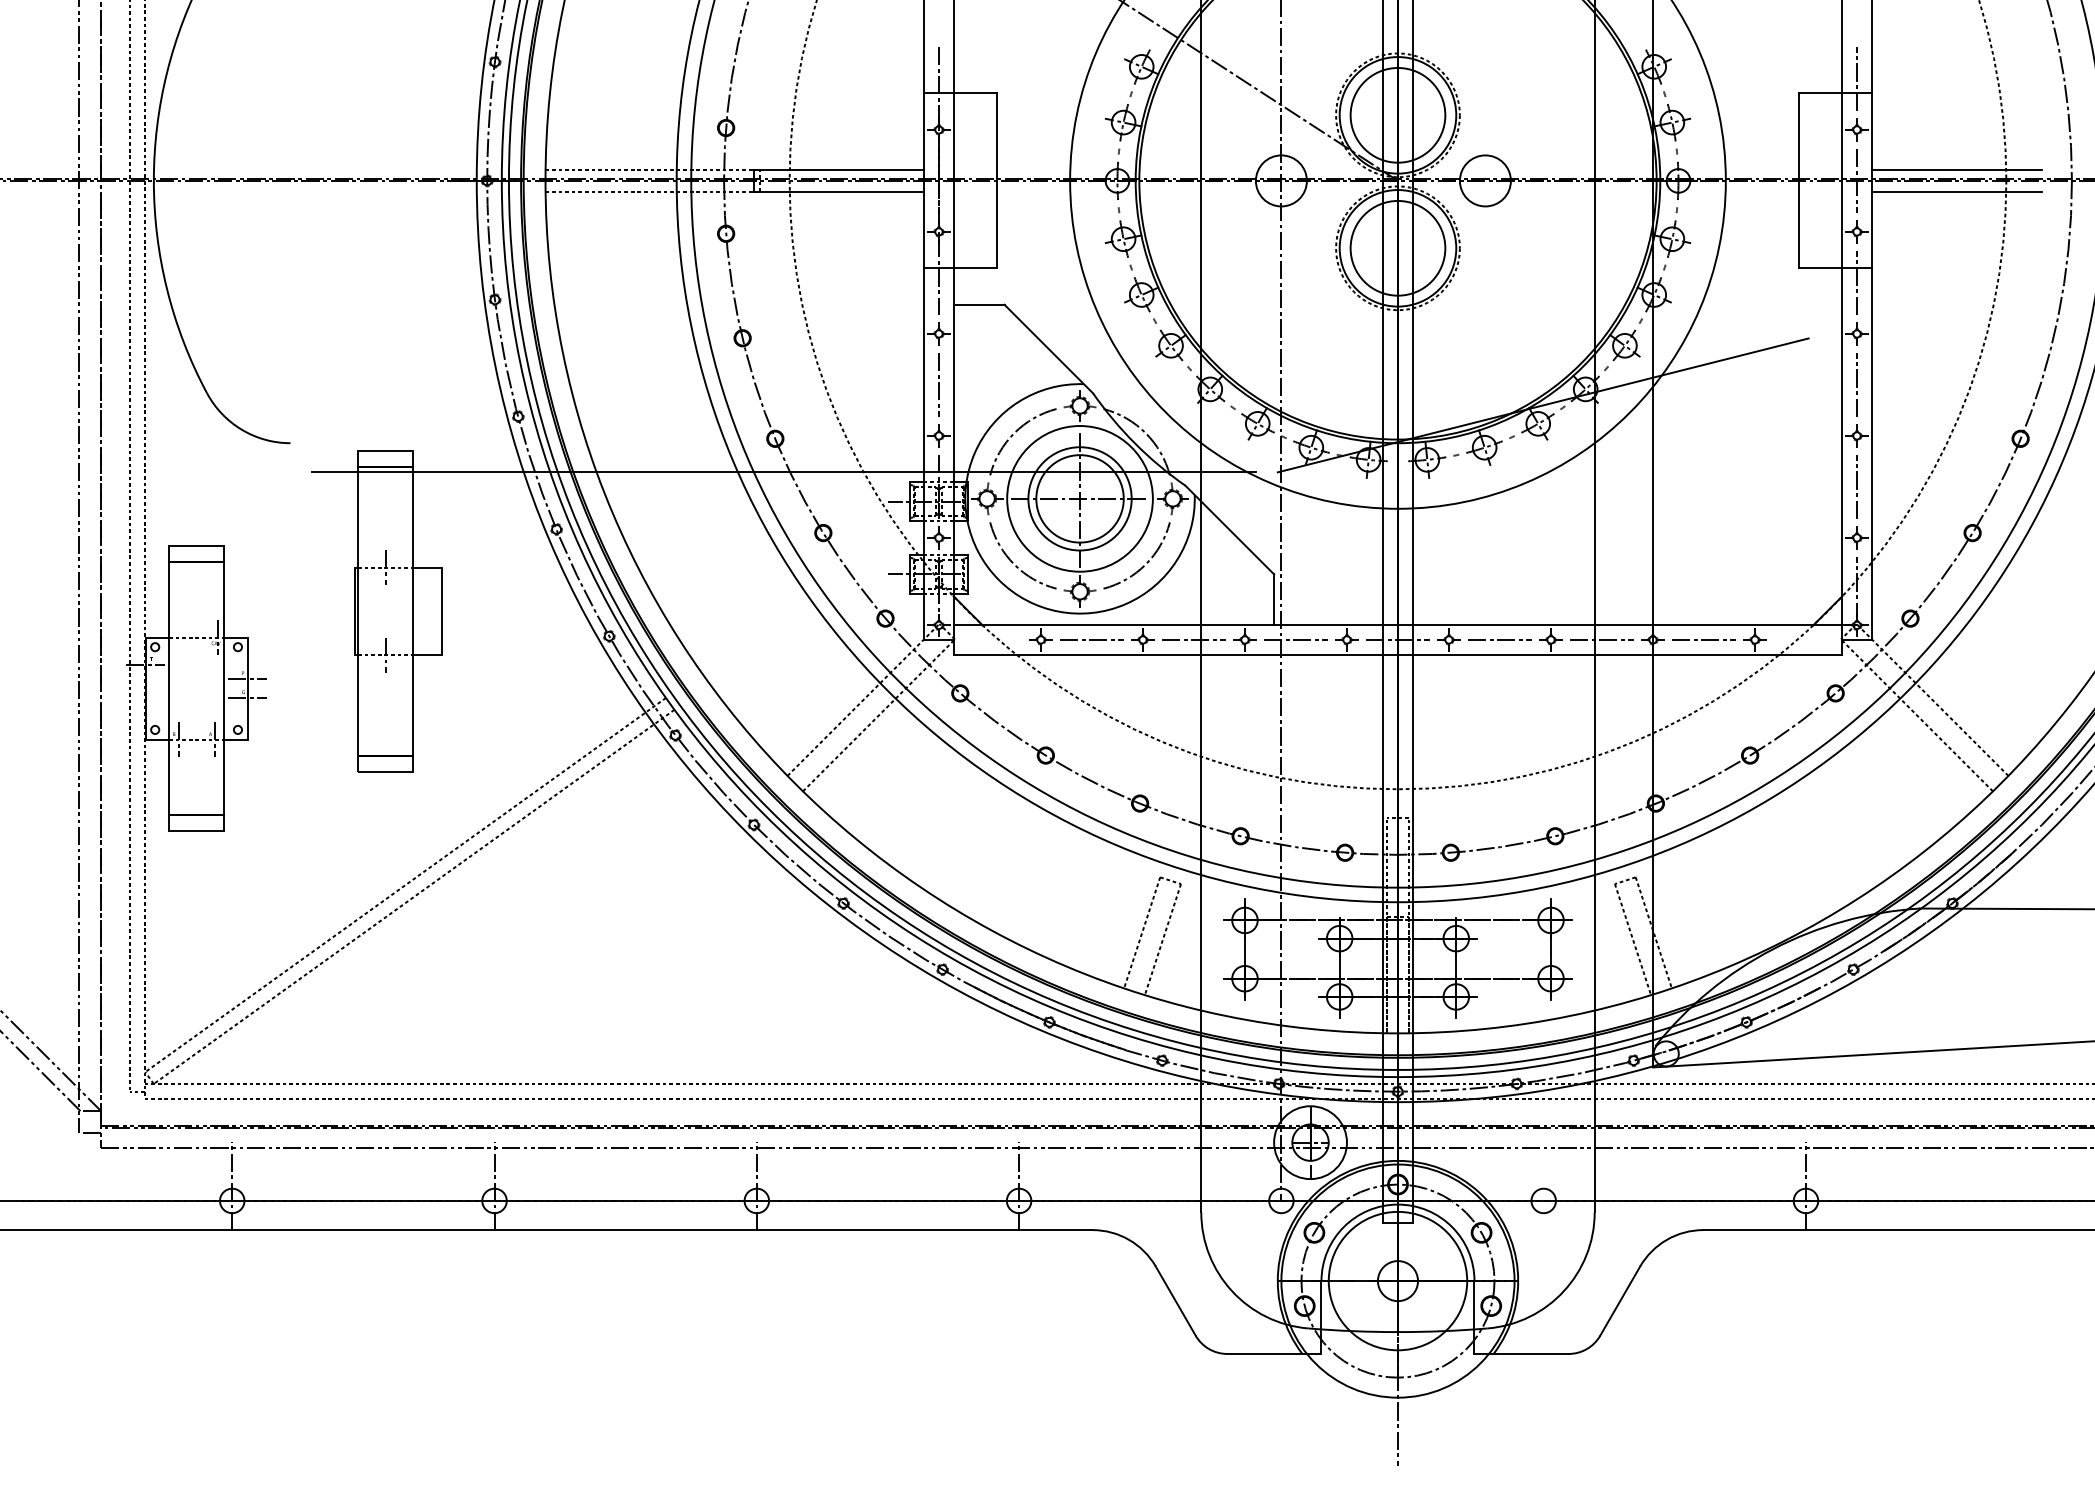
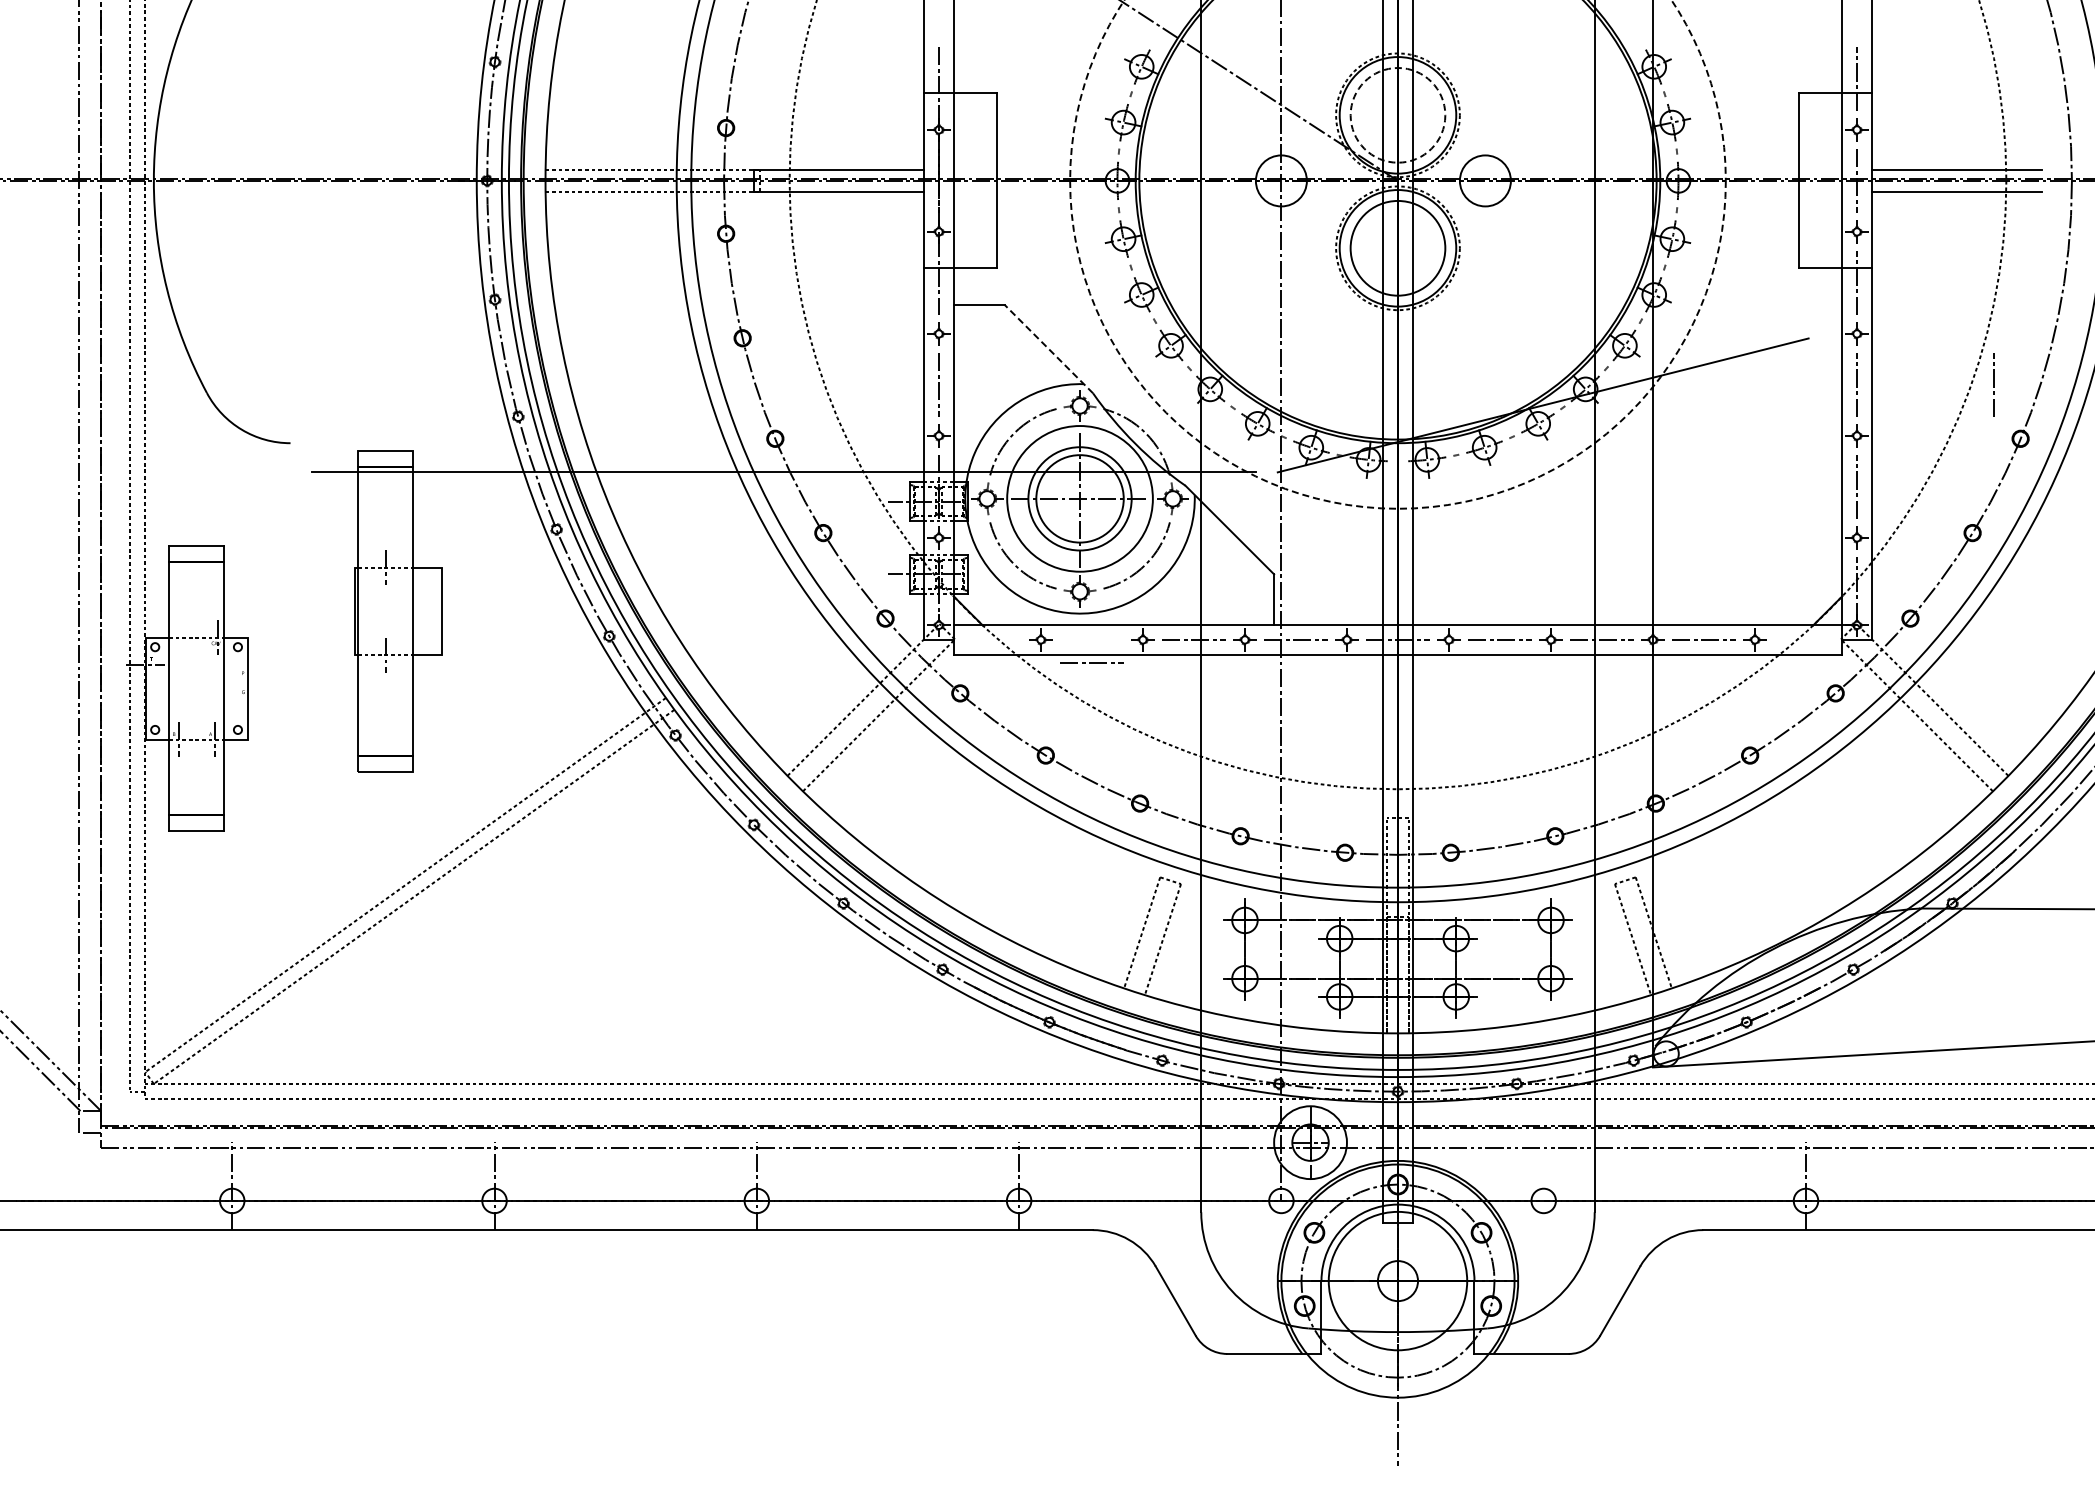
circle at (1397, 115): solid -> dashed
circle at (1397, 254): solid -> dashed
line at (1048, 349): solid -> dashed
line at (1993, 384): none -> present
line at (1091, 639) position: (1091, 639) -> (1091, 662)
line at (247, 678): present -> none
line at (247, 697): present -> none
